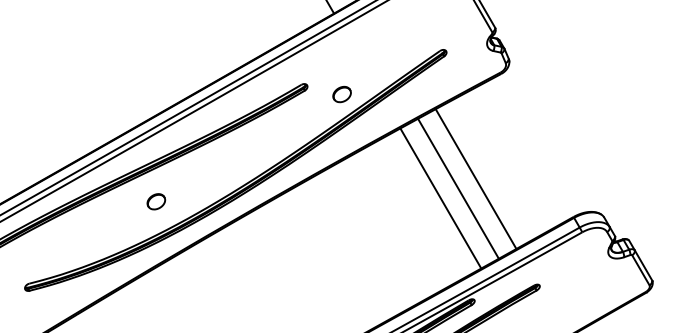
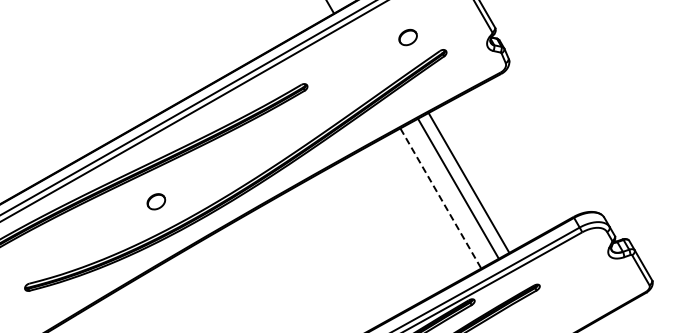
part at (341, 94) position: (341, 94) -> (407, 37)
line at (475, 179) position: (475, 179) -> (468, 183)
line at (440, 198): solid -> dashed
